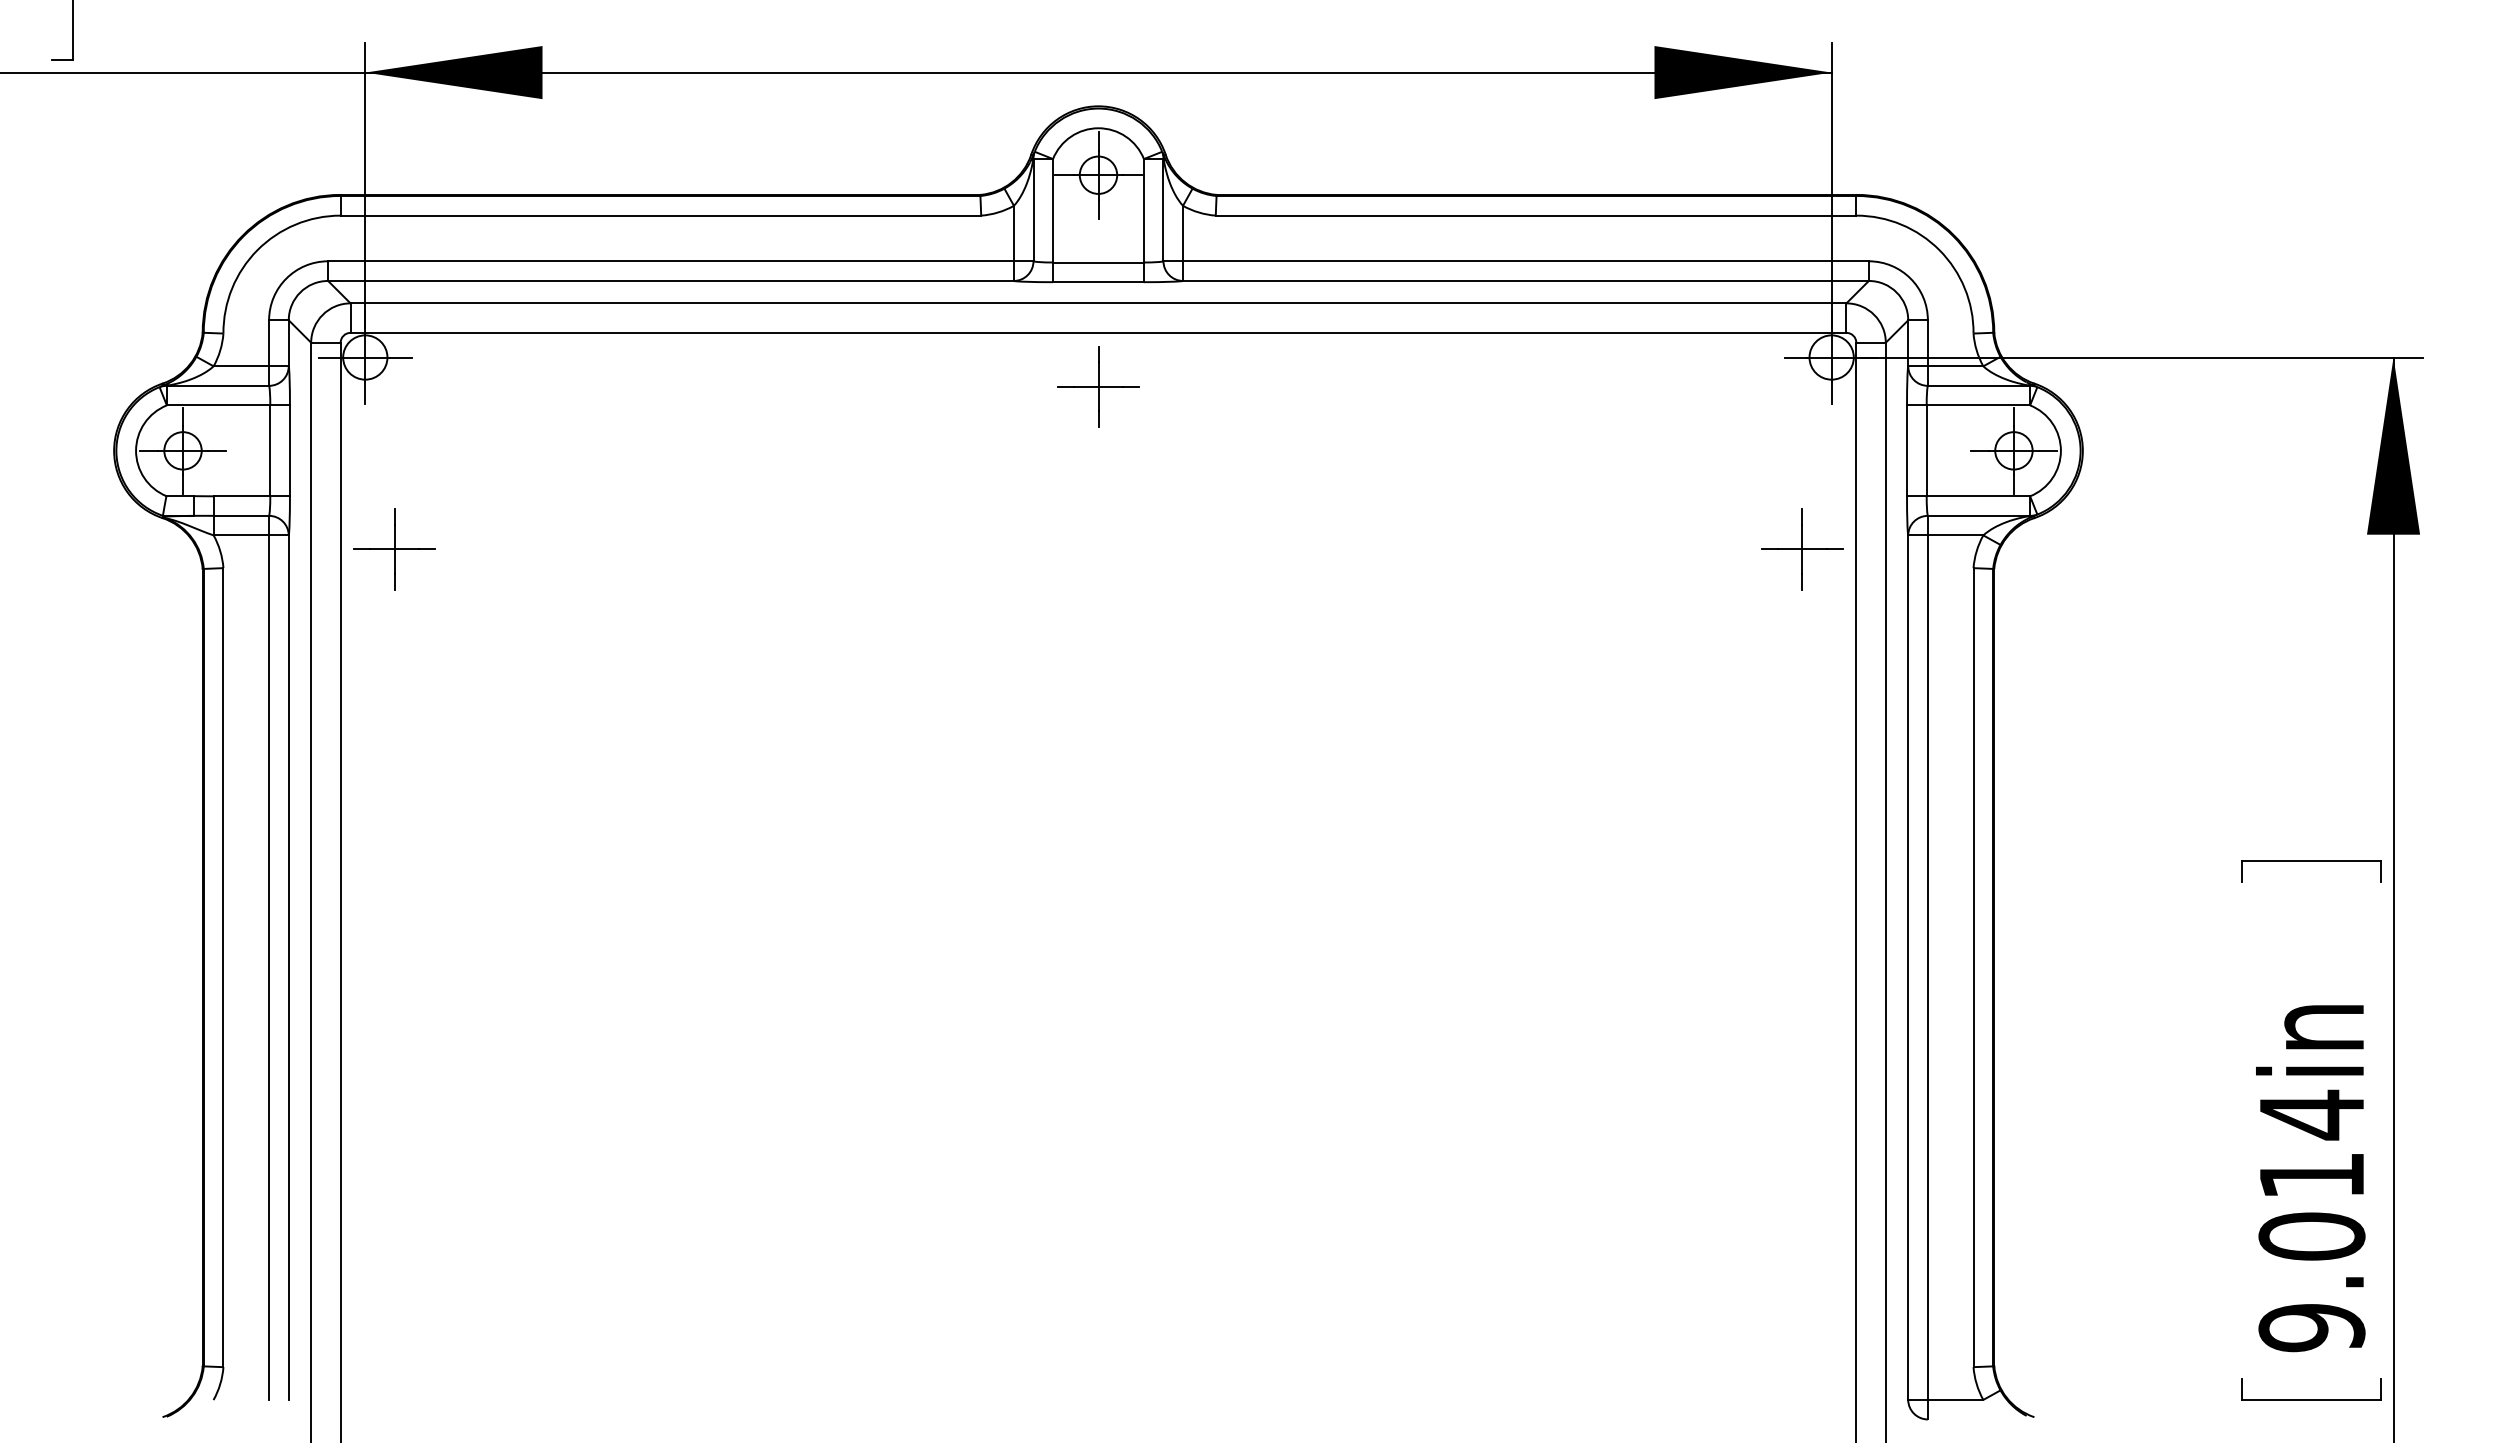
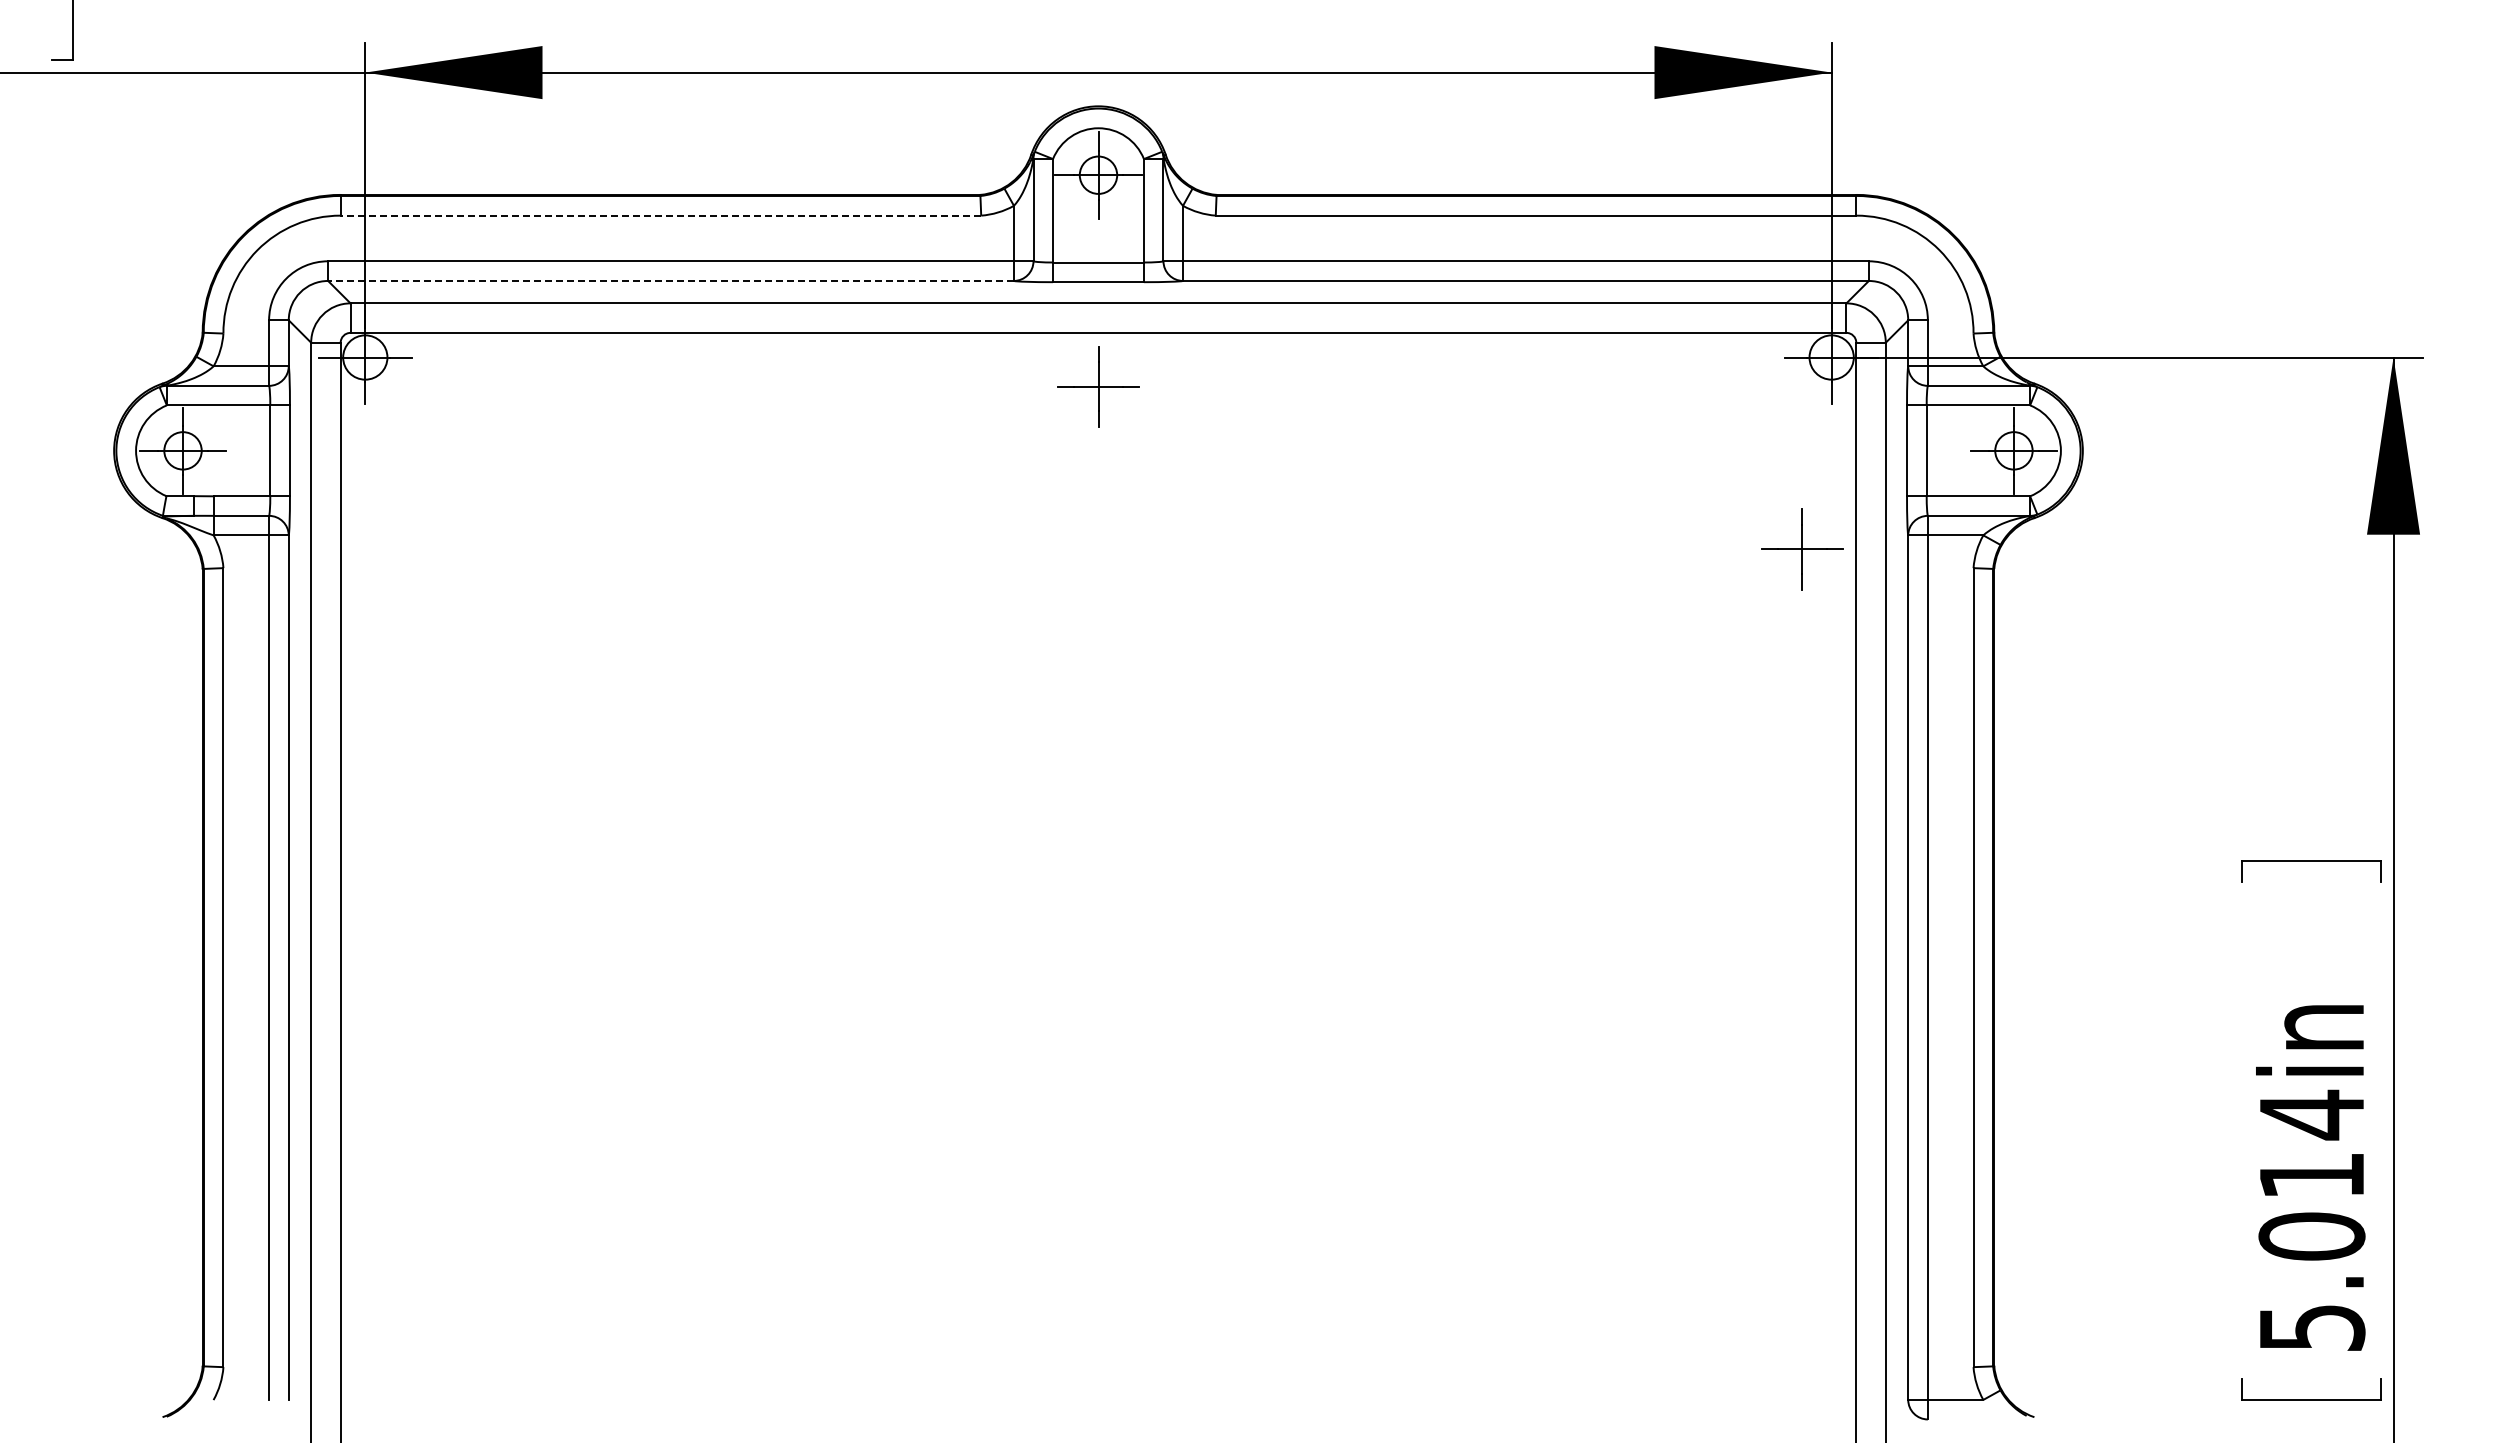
line at (660, 215): solid -> dashed
line at (671, 280): solid -> dashed
part at (394, 549): present -> none
text at (2311, 1328): 9.014in -> 5.014in
